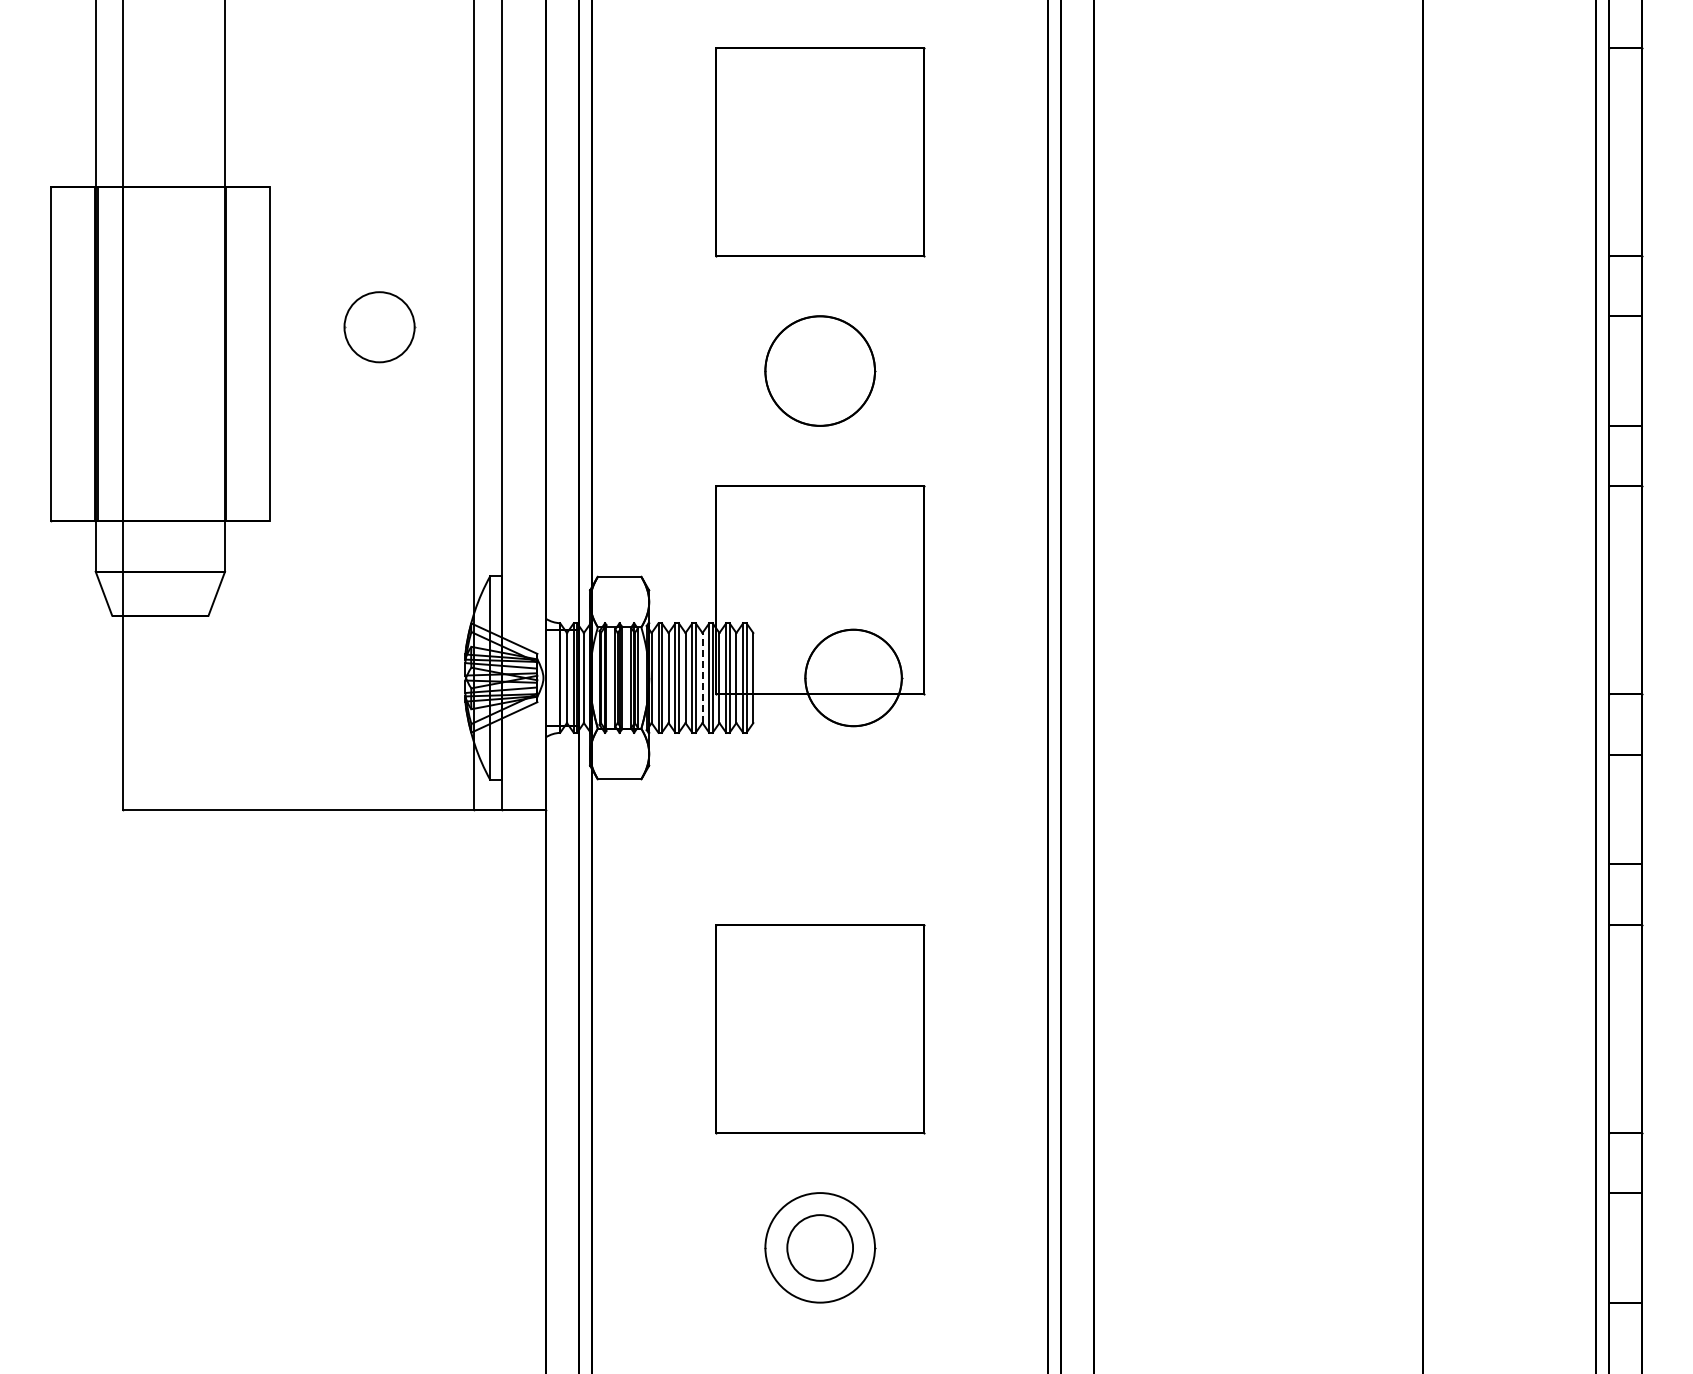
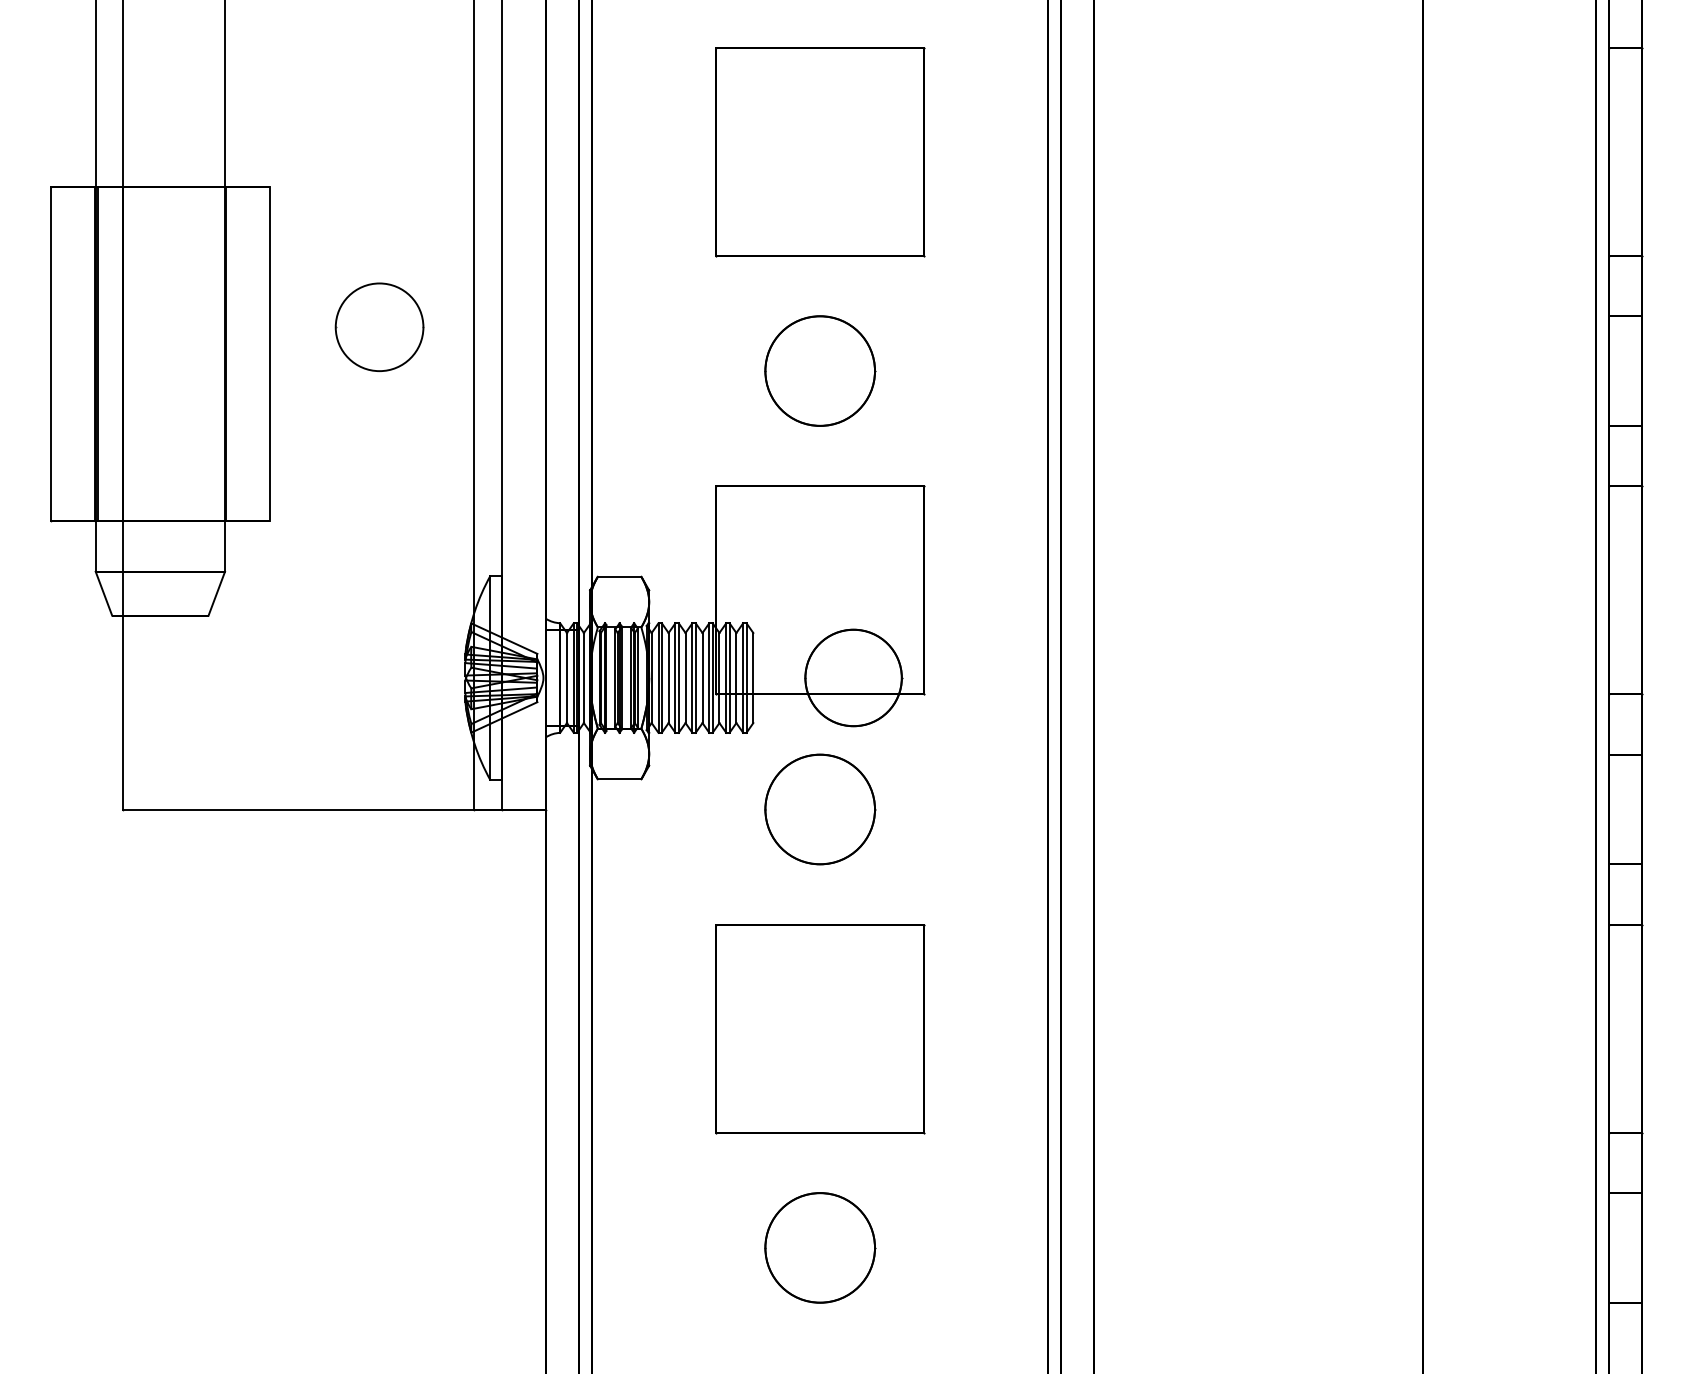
part at (379, 327) size: 74x73 px -> 91x90 px
line at (702, 677): dashed -> solid
part at (820, 809): none -> present
circle at (820, 1247) diameter: 66 px -> 110 px
